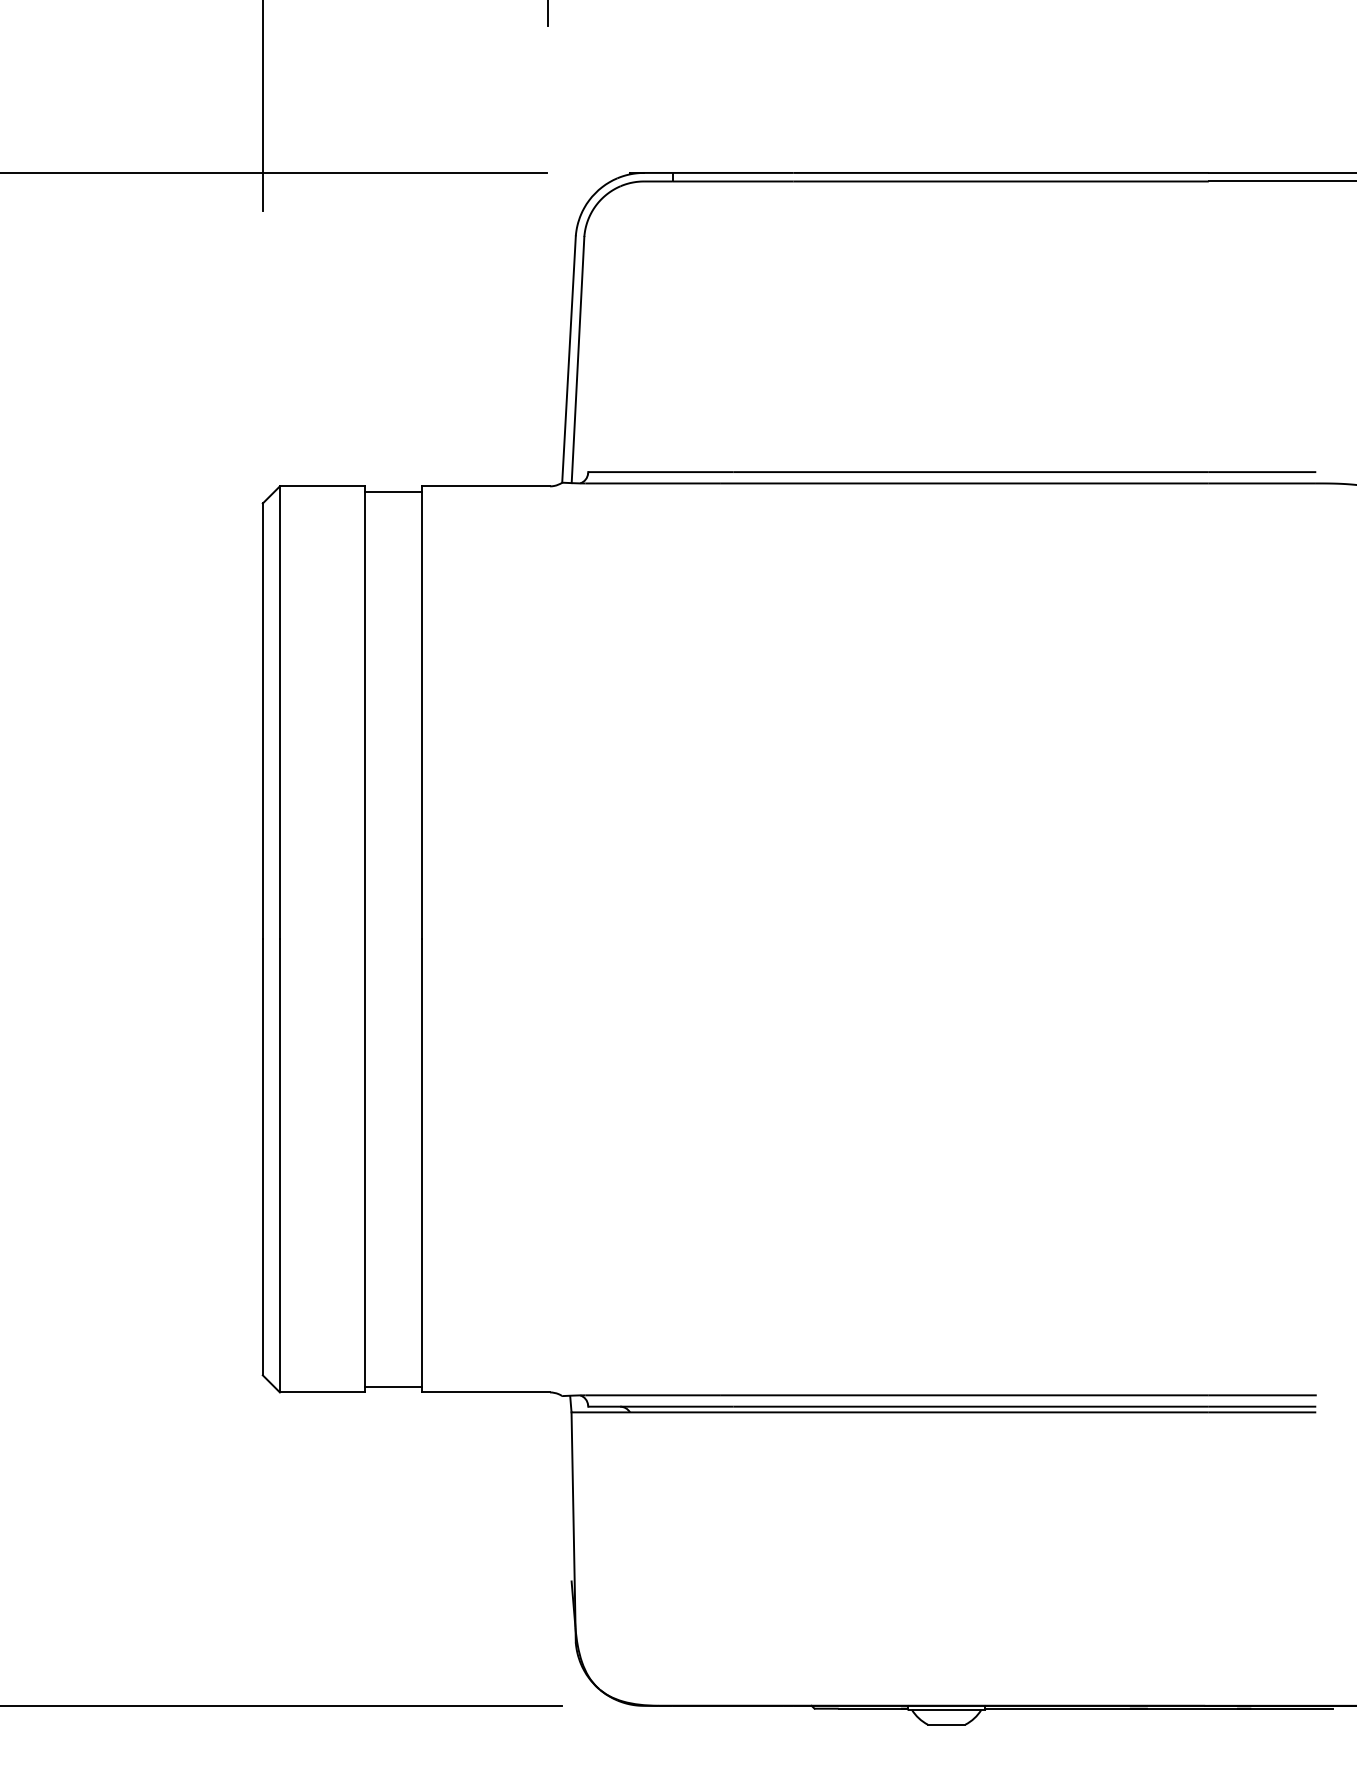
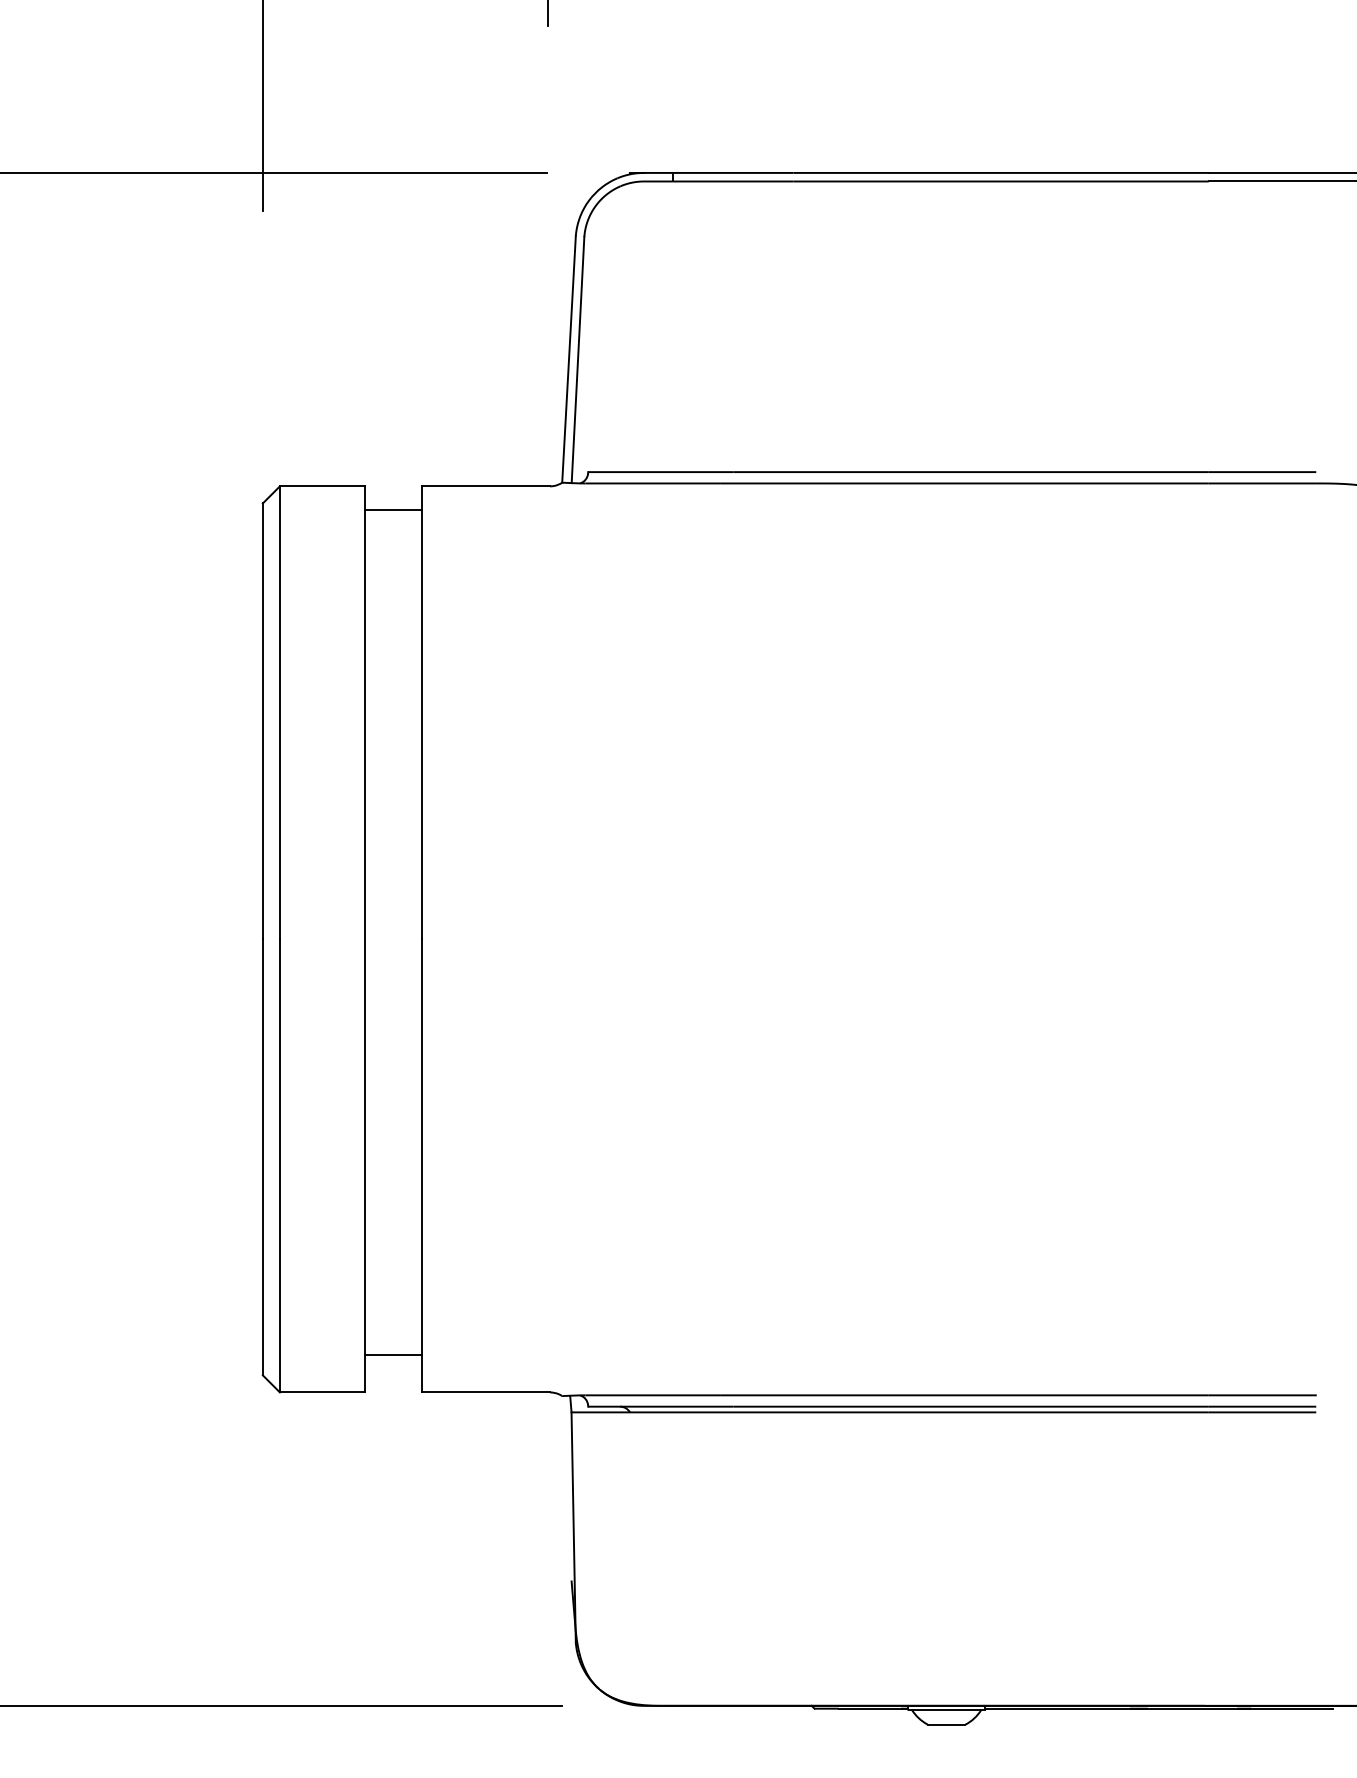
line at (393, 492) position: (393, 492) -> (393, 510)
line at (393, 1386) position: (393, 1386) -> (393, 1354)
